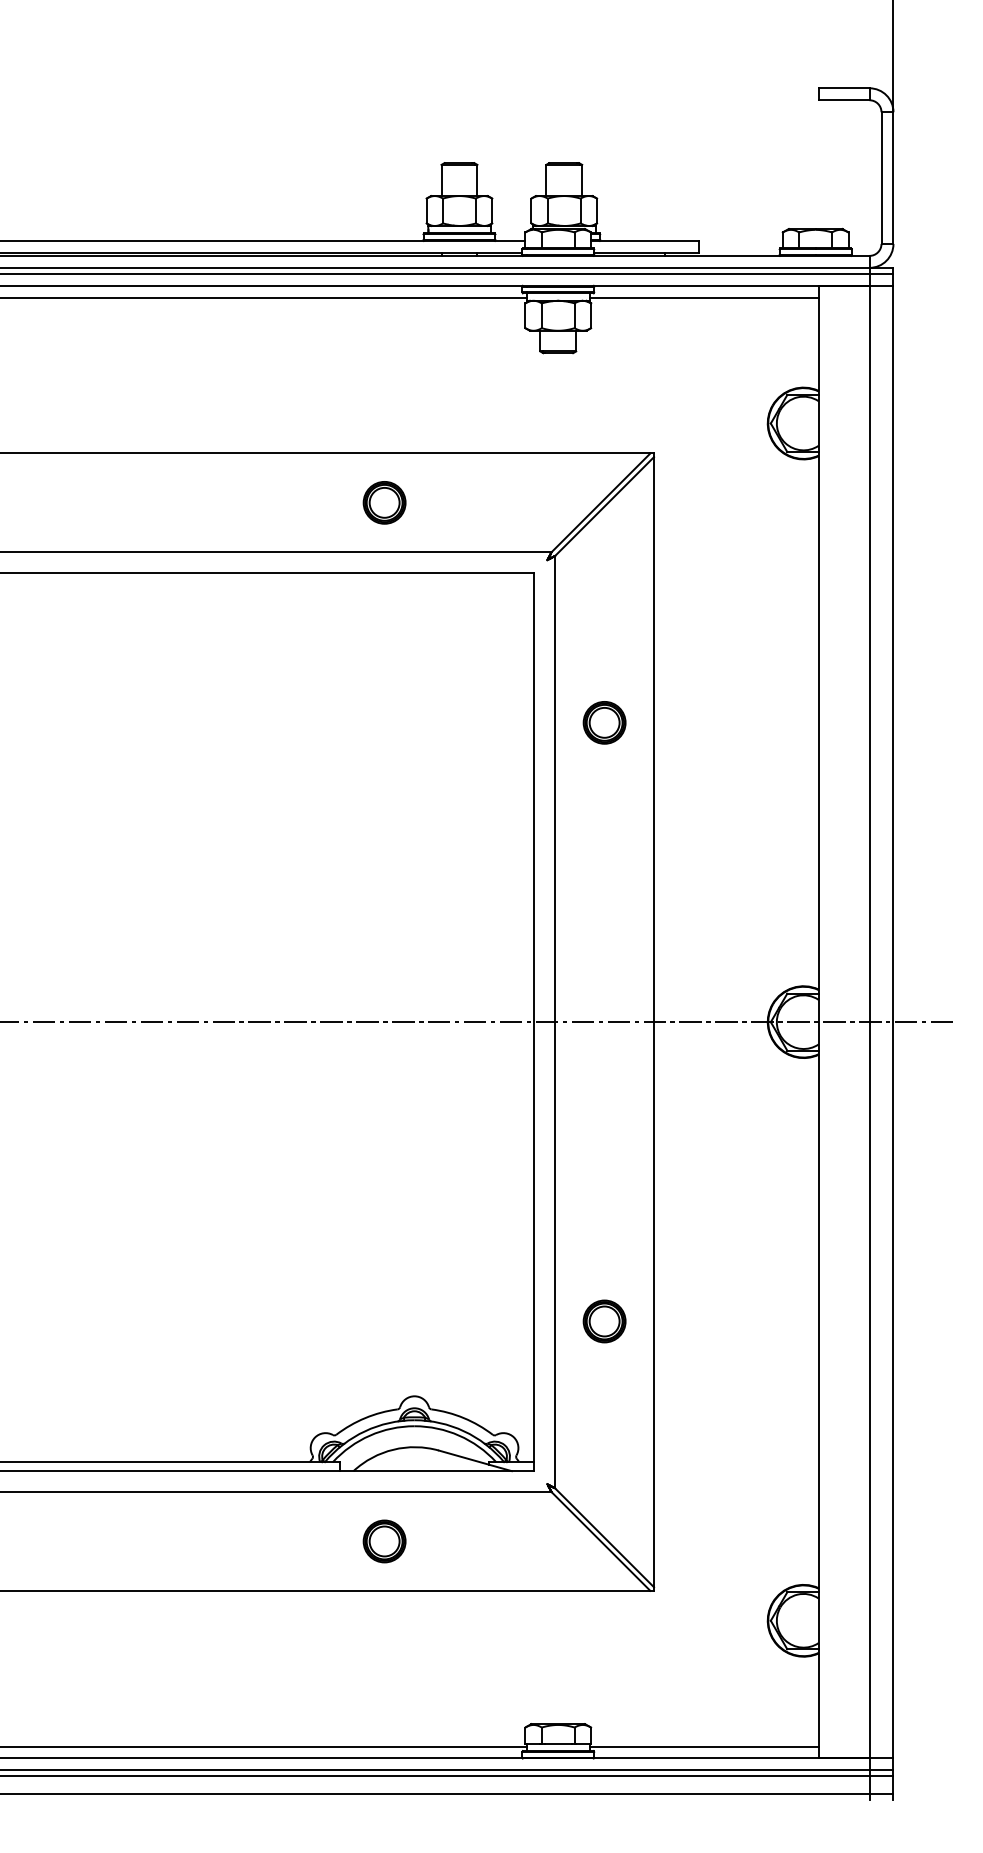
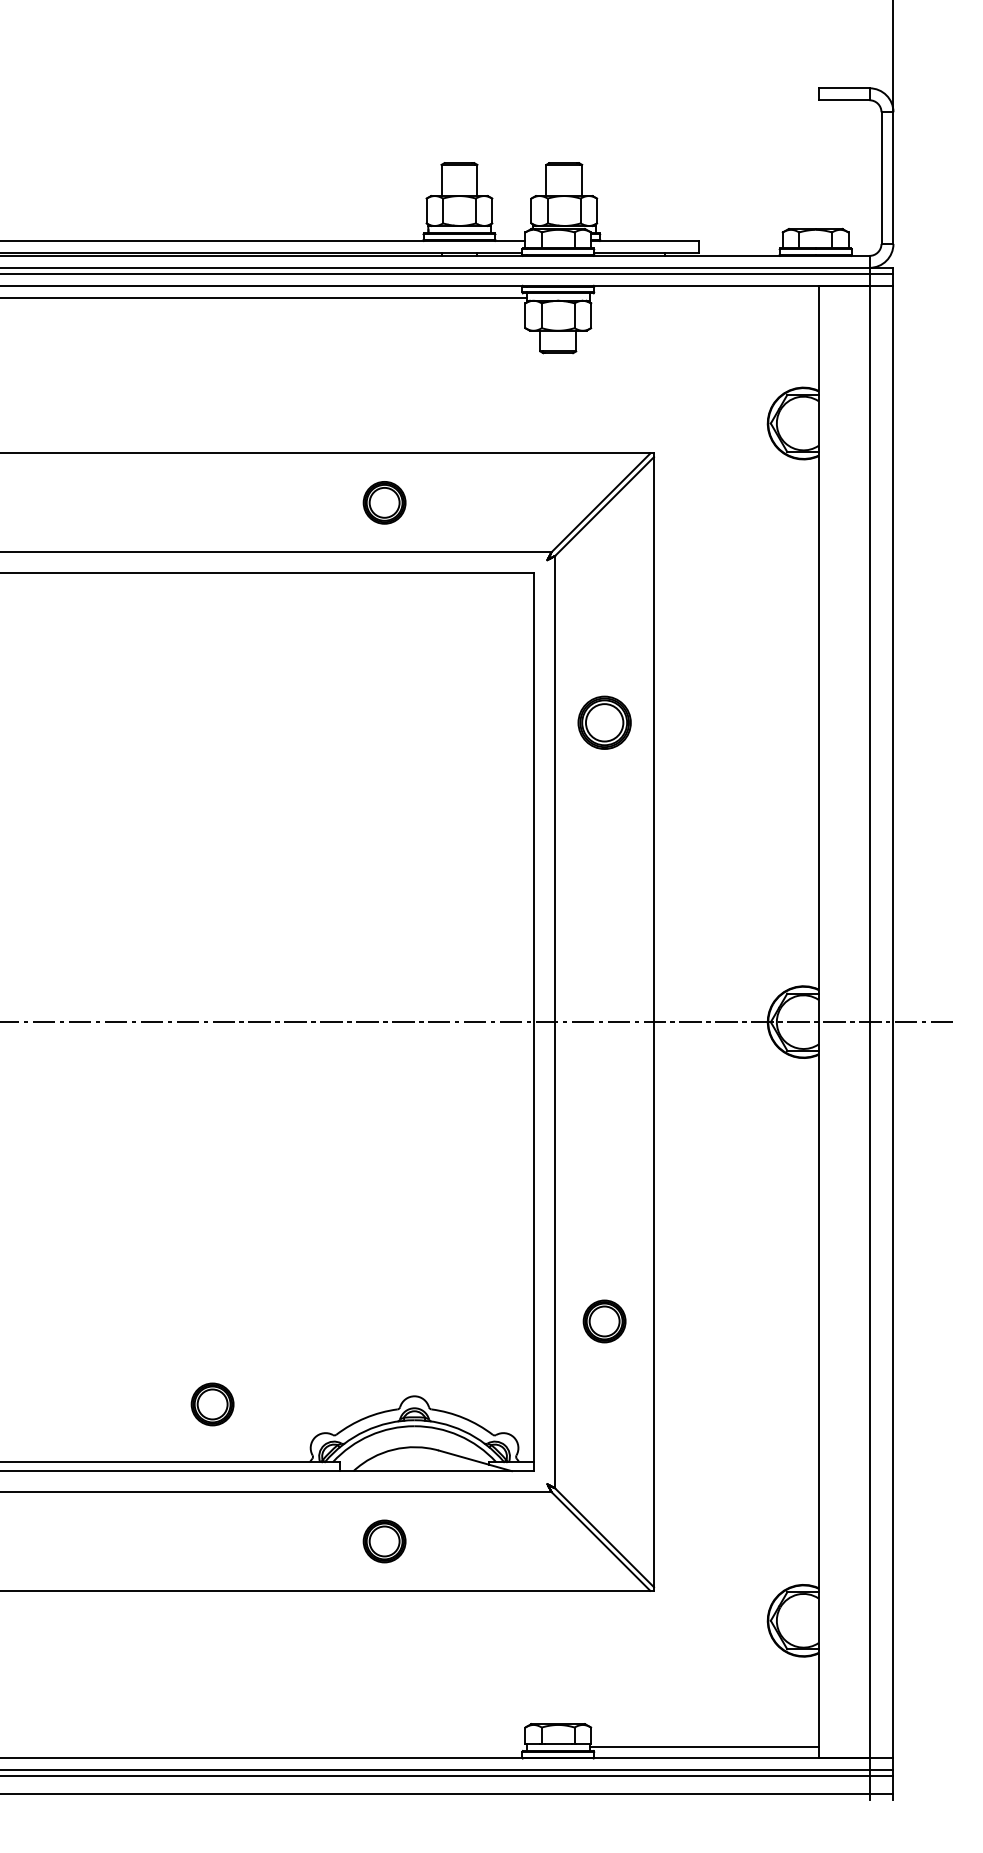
line at (703, 297): present -> none
part at (604, 722) size: 45x44 px -> 55x55 px
part at (212, 1404): none -> present
line at (264, 1746): present -> none
